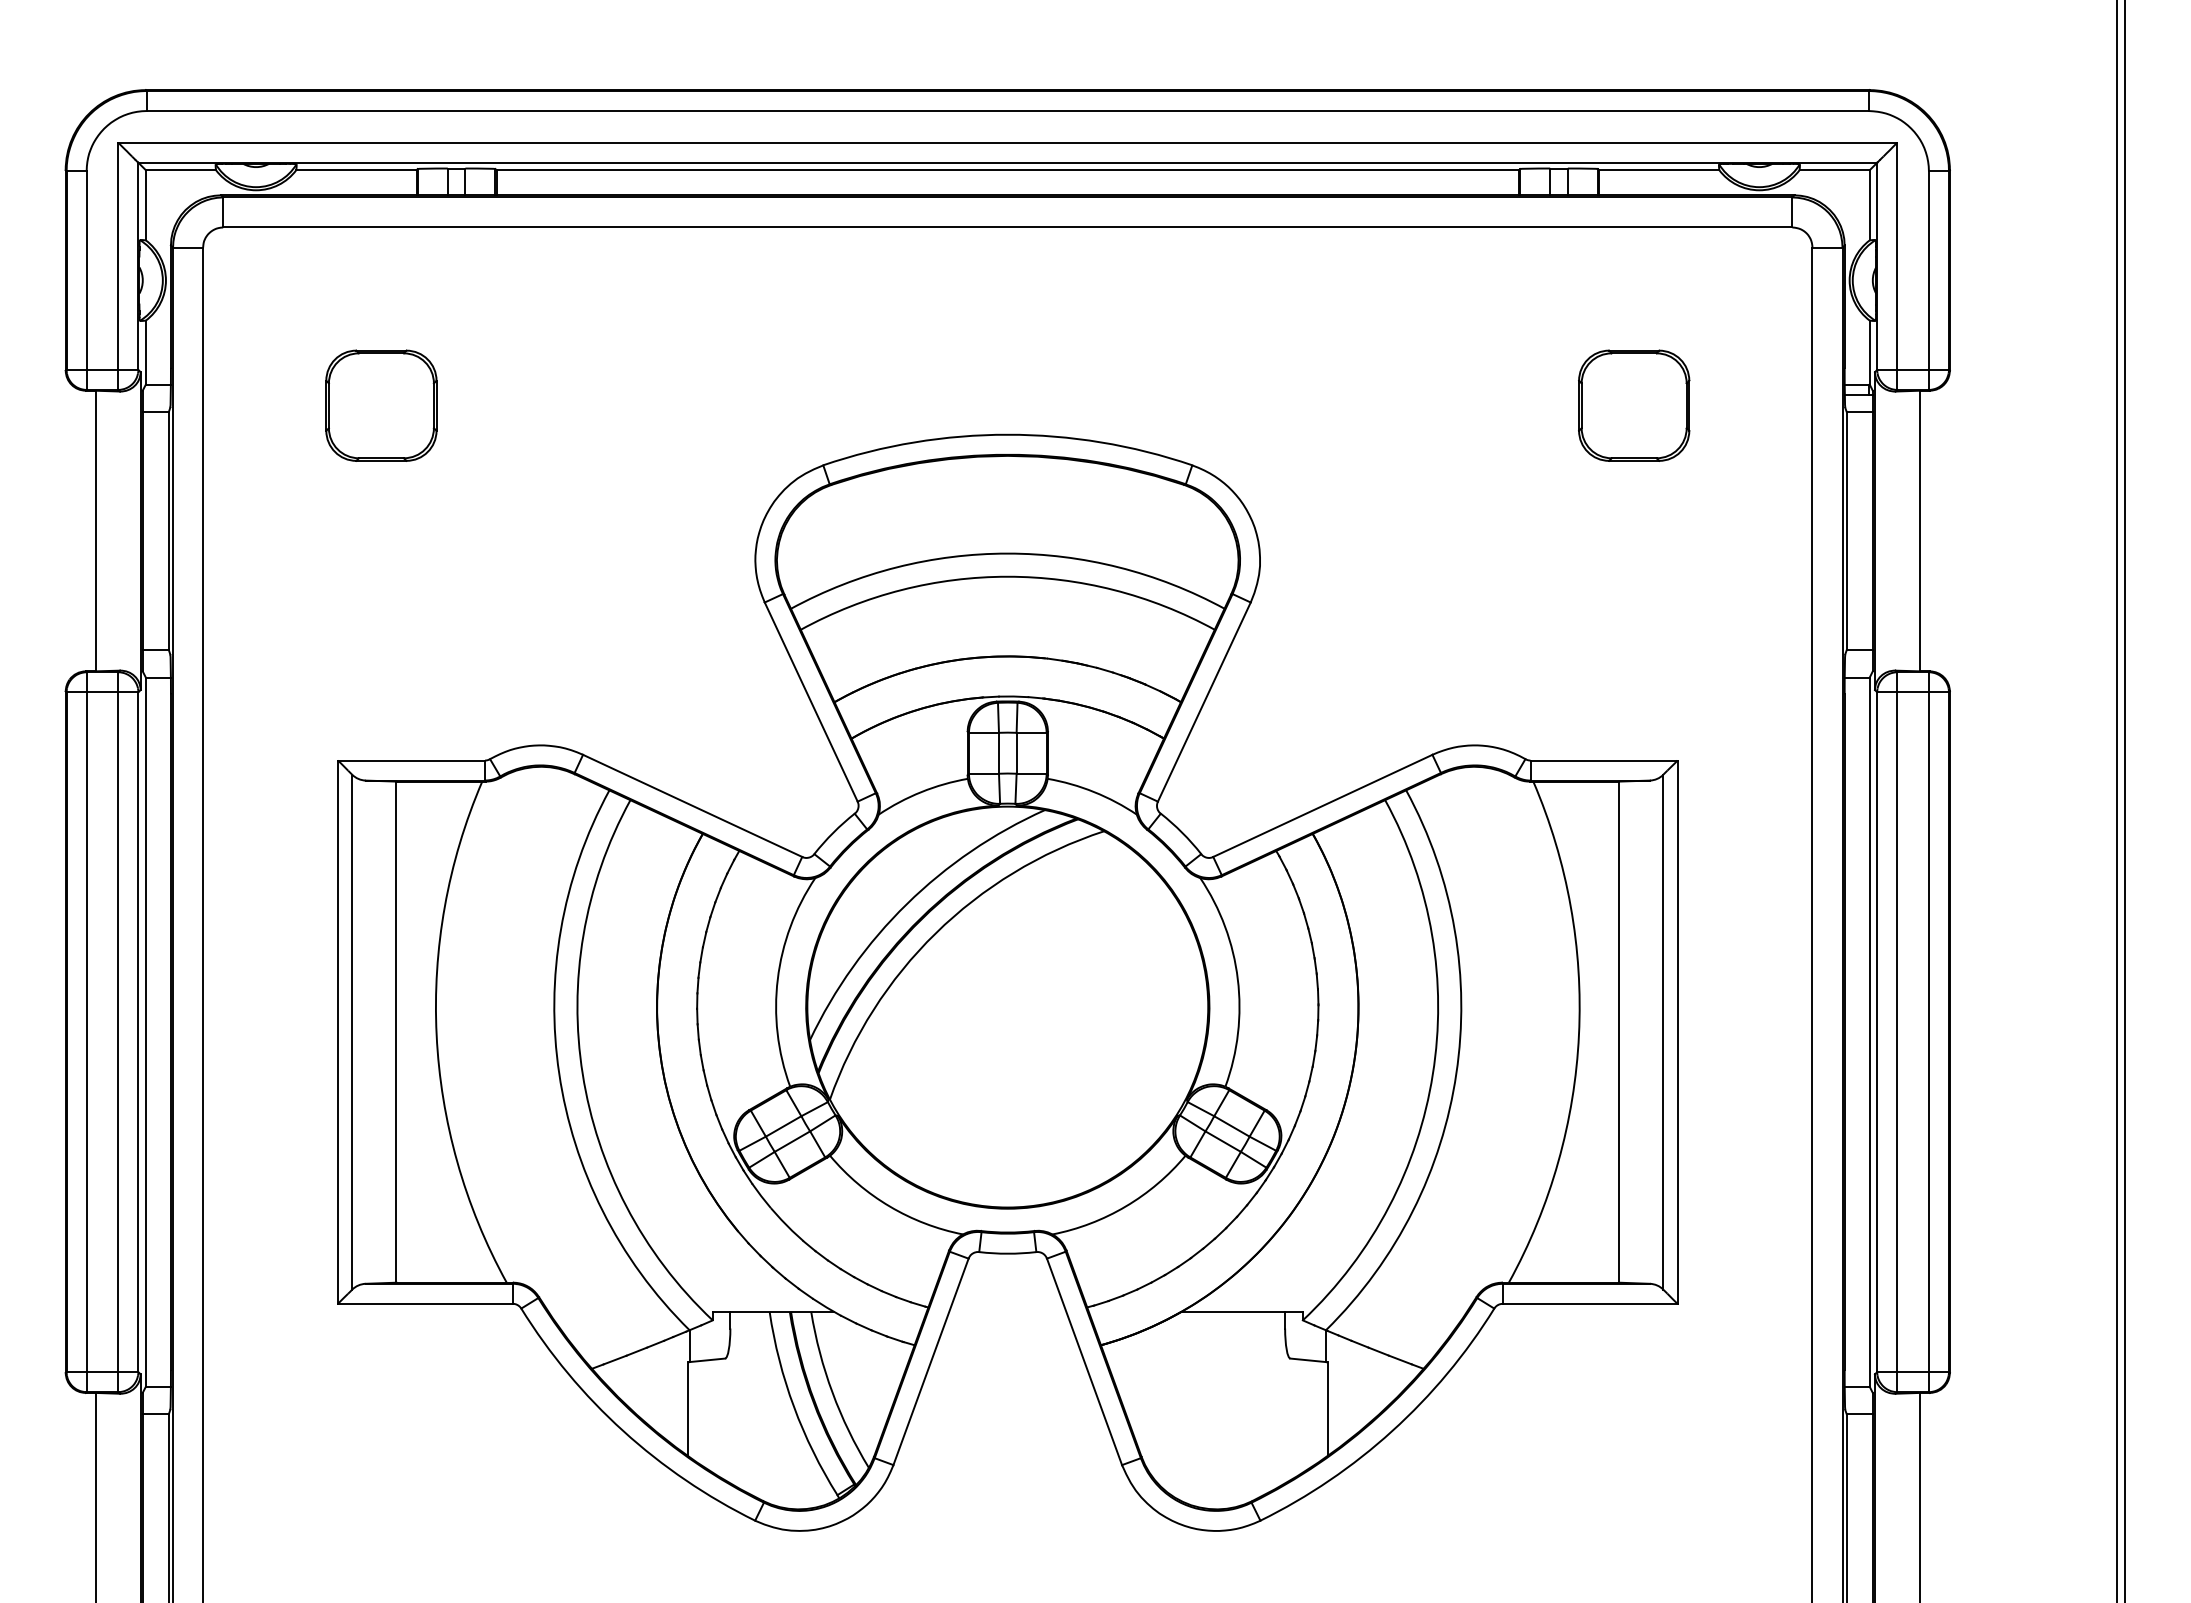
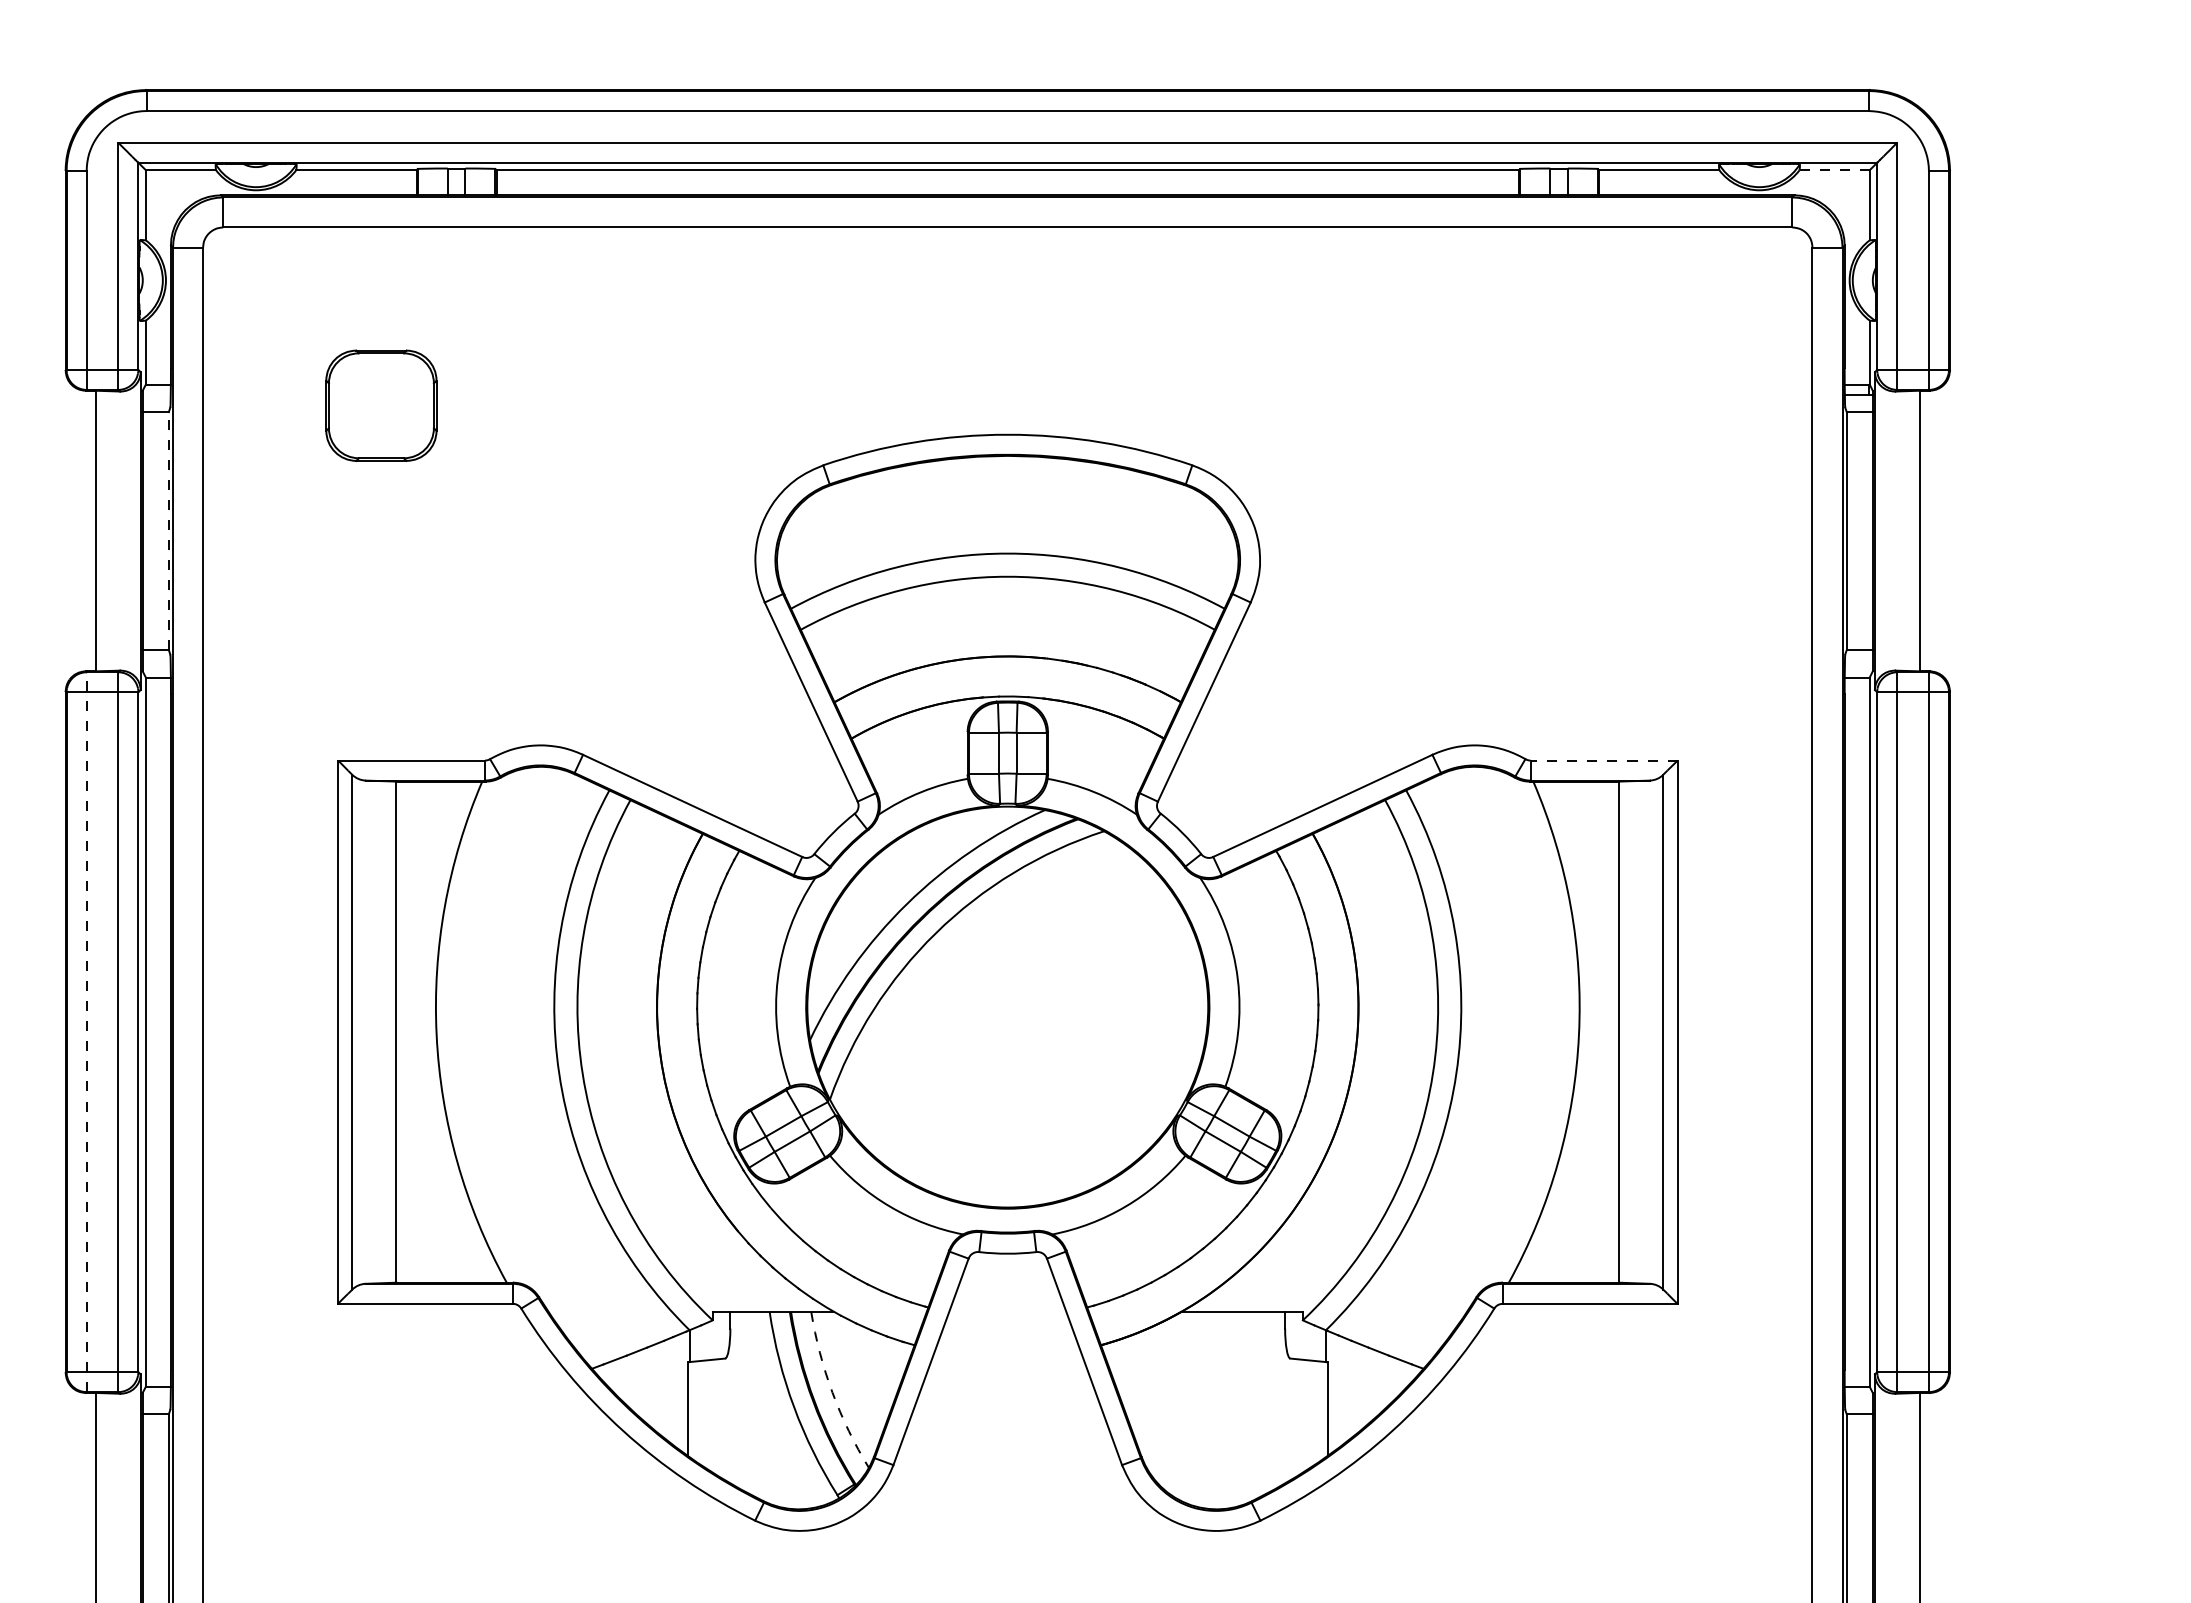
line at (1835, 170): solid -> dashed
part at (1634, 405): present -> none
line at (168, 530): solid -> dashed
line at (1604, 760): solid -> dashed
line at (2117, 800): present -> none
line at (2125, 800): present -> none
line at (86, 1032): solid -> dashed
arc at (832, 1392): solid -> dashed
